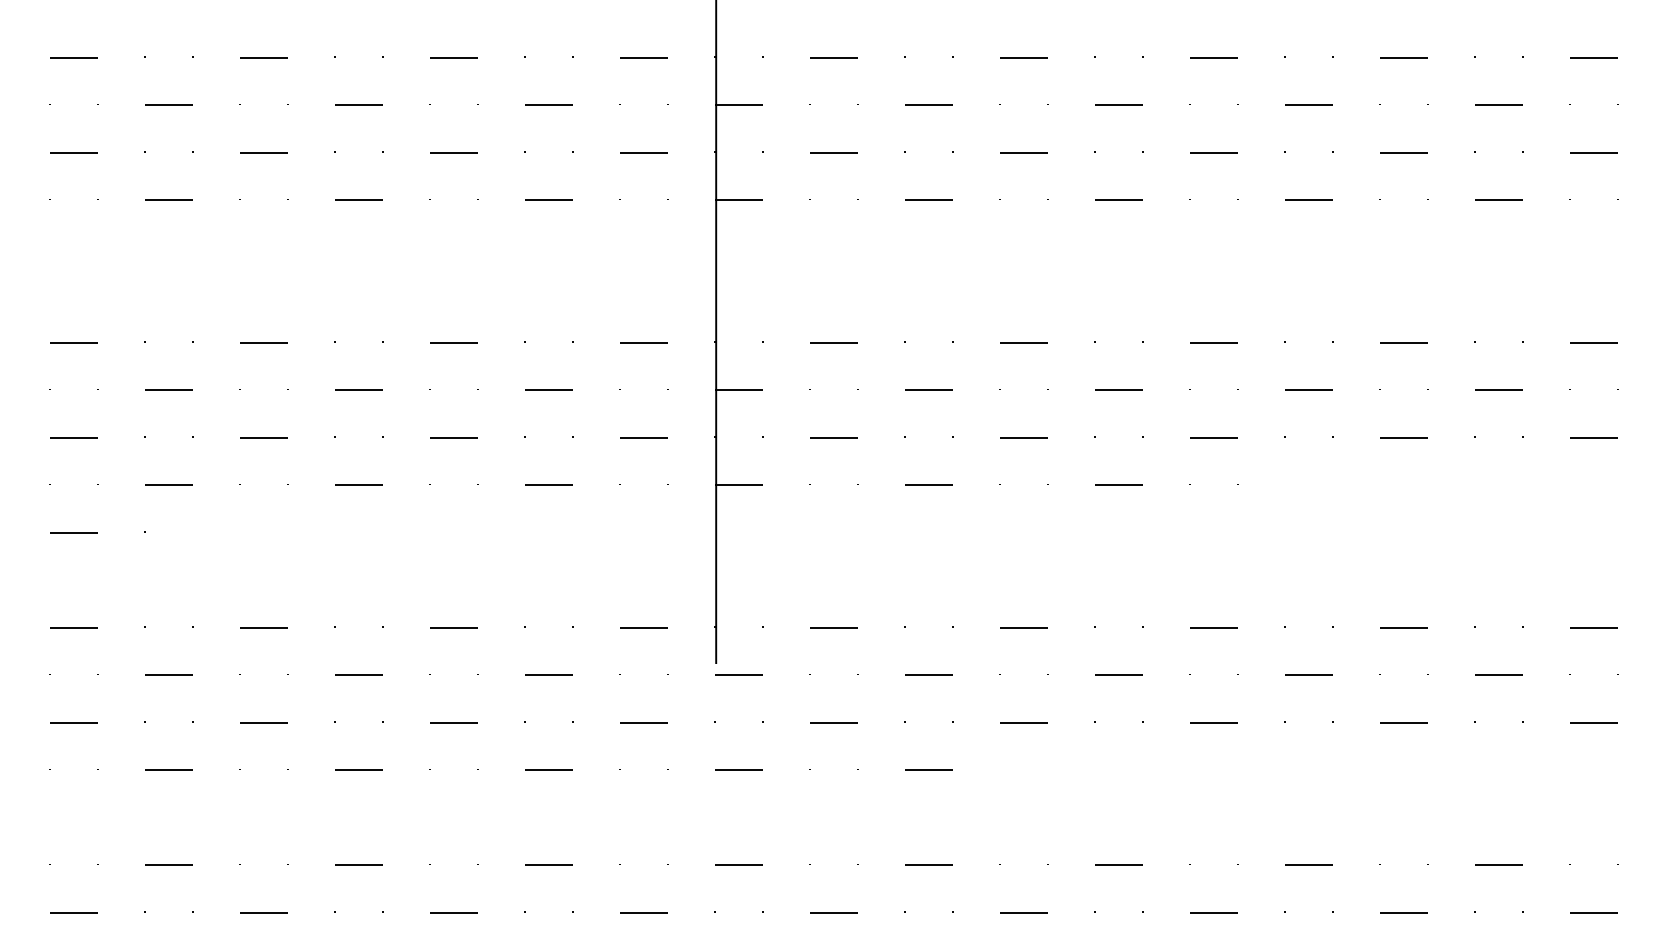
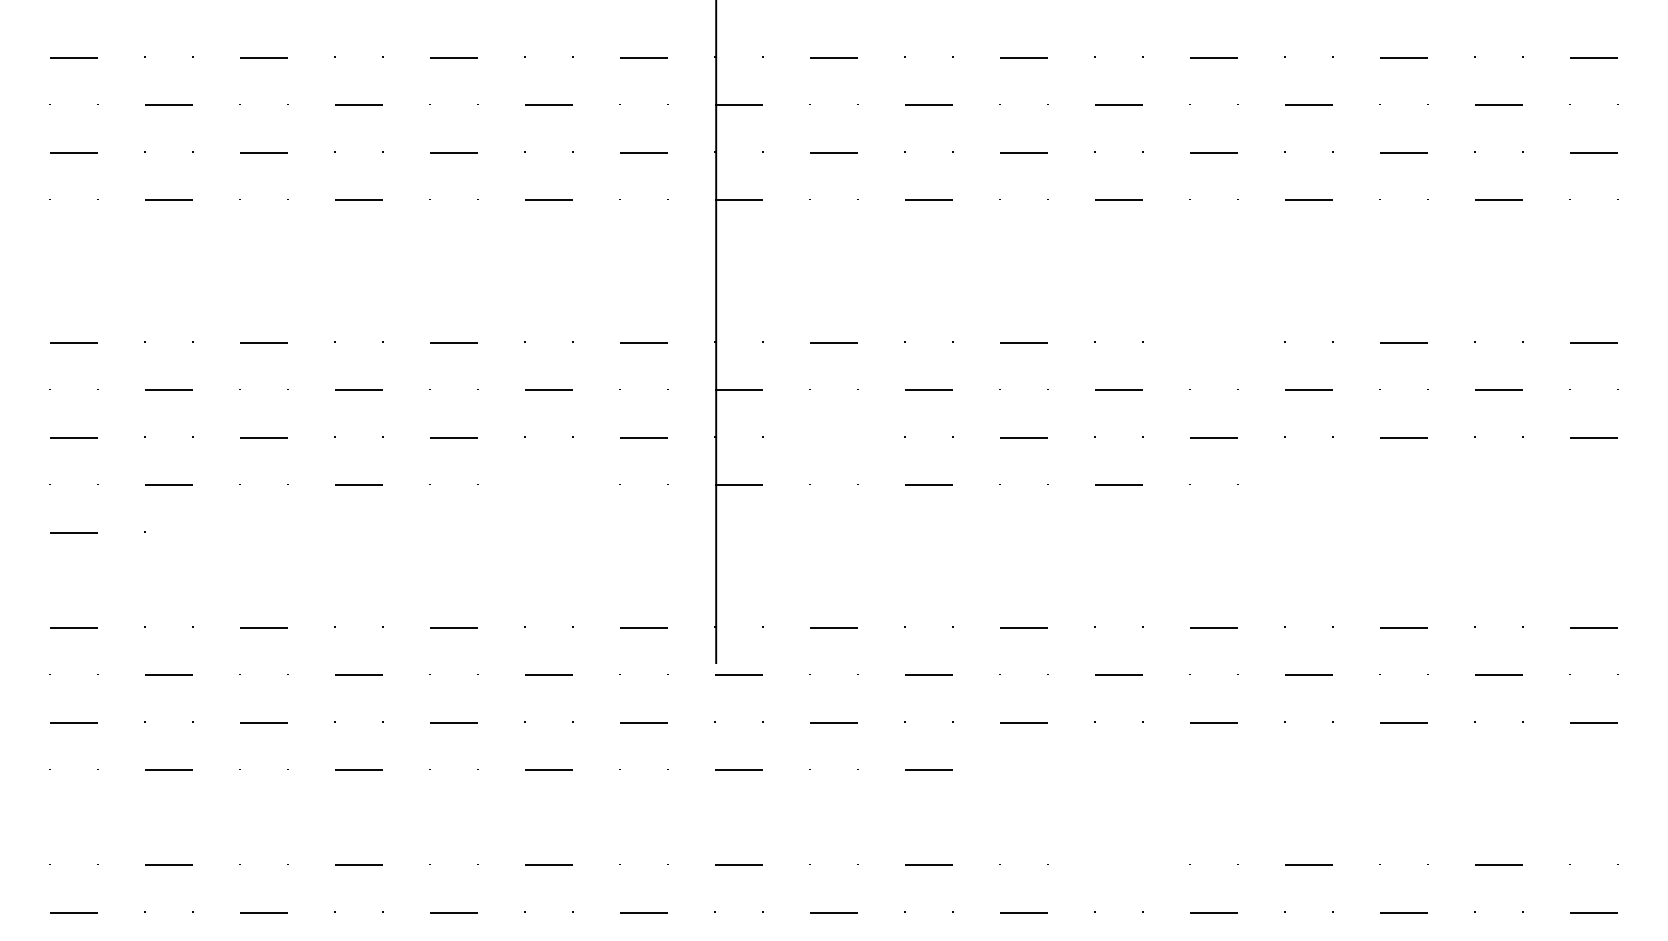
line at (1213, 342): present -> none
line at (833, 437): present -> none
line at (548, 484): present -> none
line at (1118, 864): present -> none
